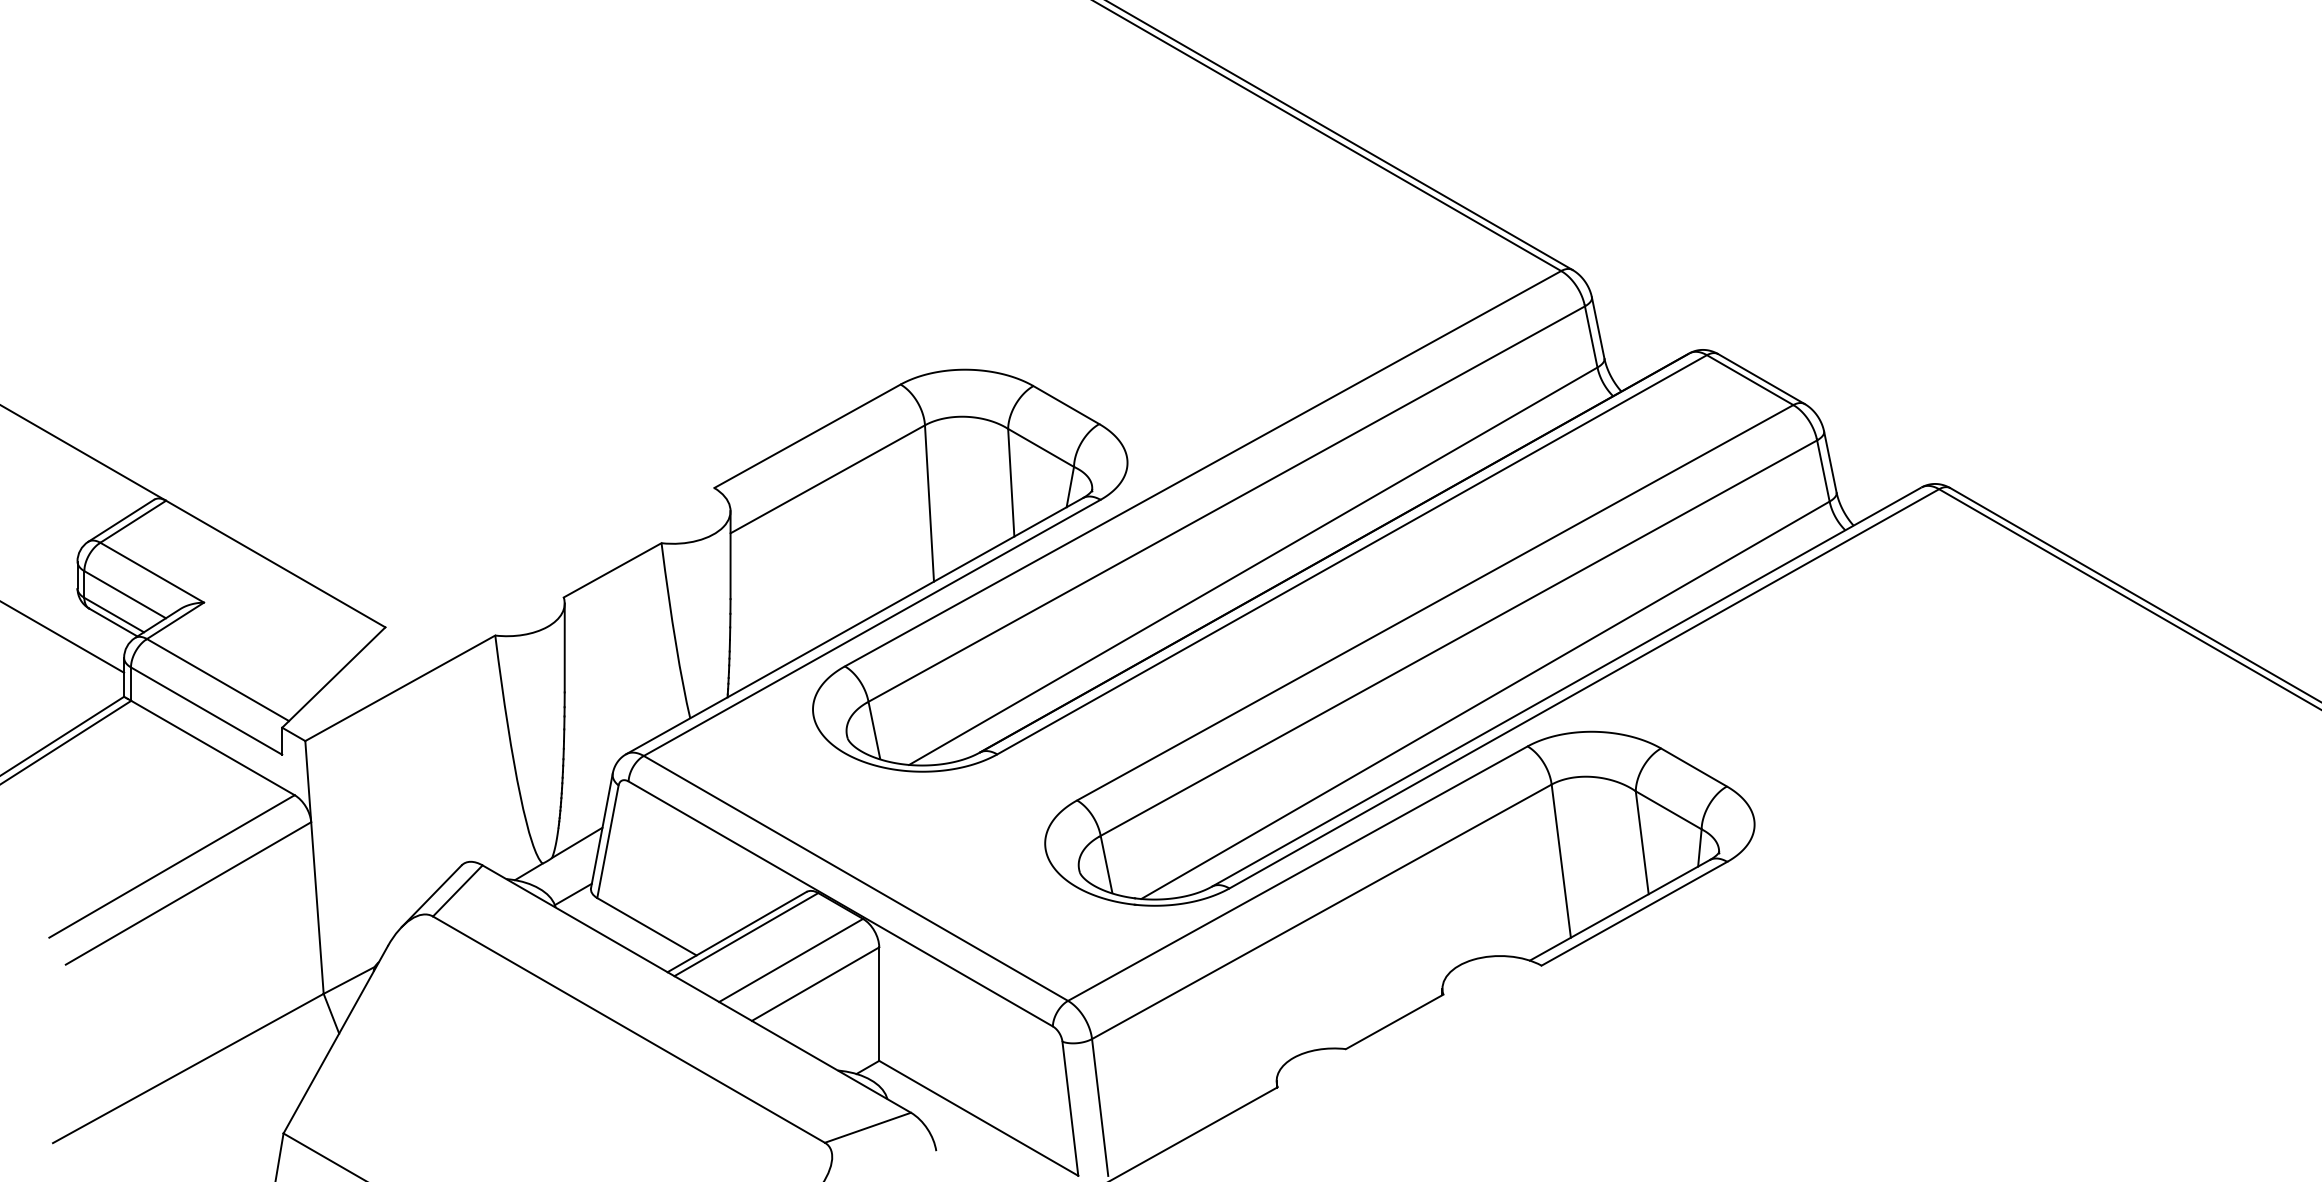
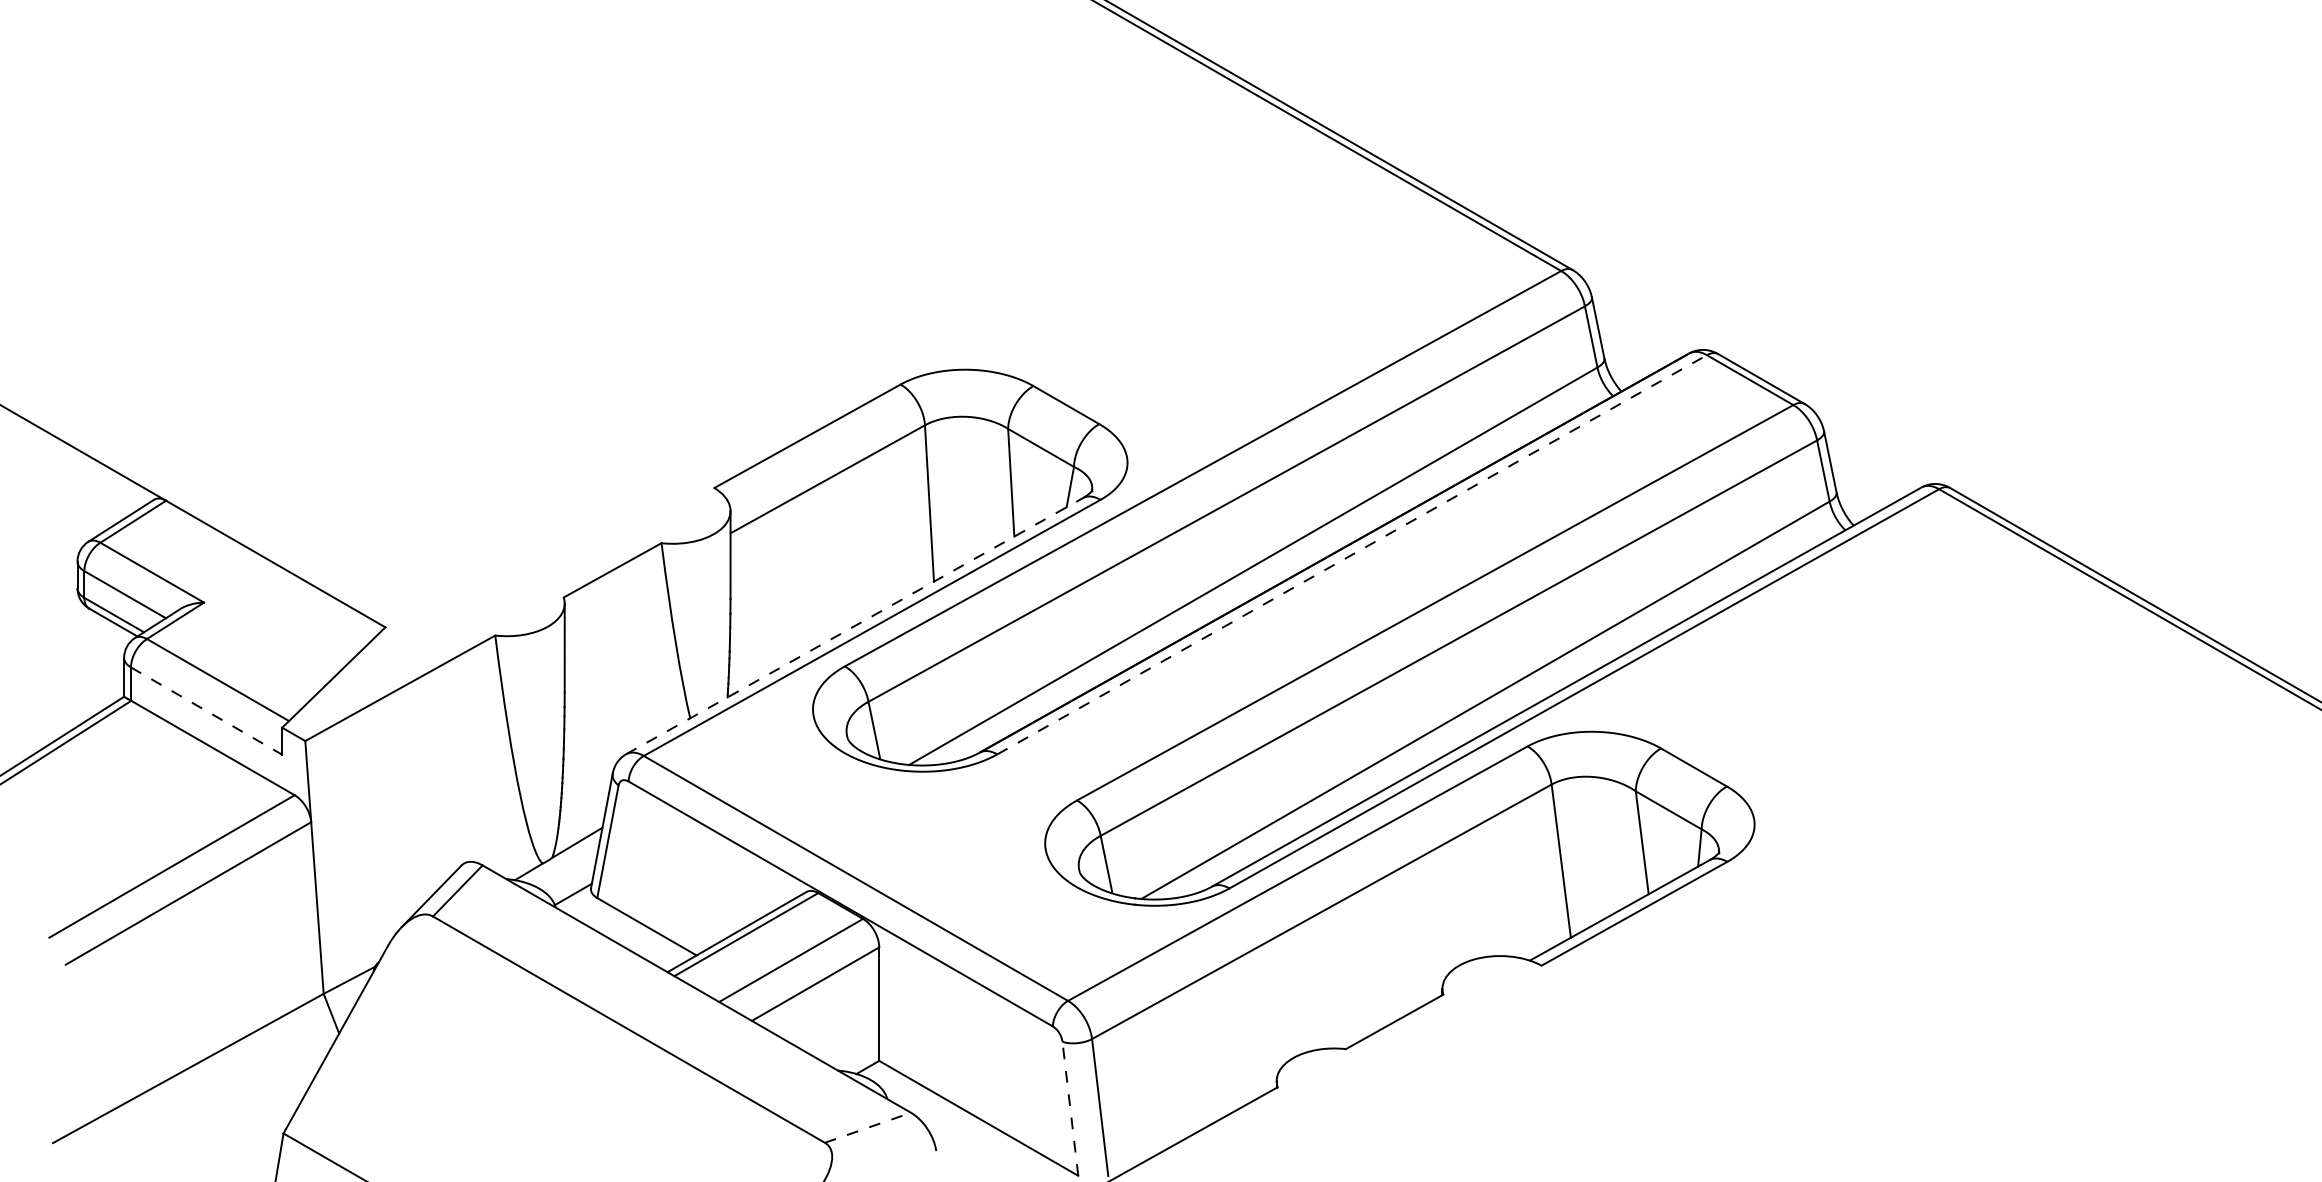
line at (1352, 554): solid -> dashed
line at (854, 626): solid -> dashed
line at (63, 637): present -> none
line at (207, 711): solid -> dashed
line at (1070, 1108): solid -> dashed
line at (867, 1127): solid -> dashed
